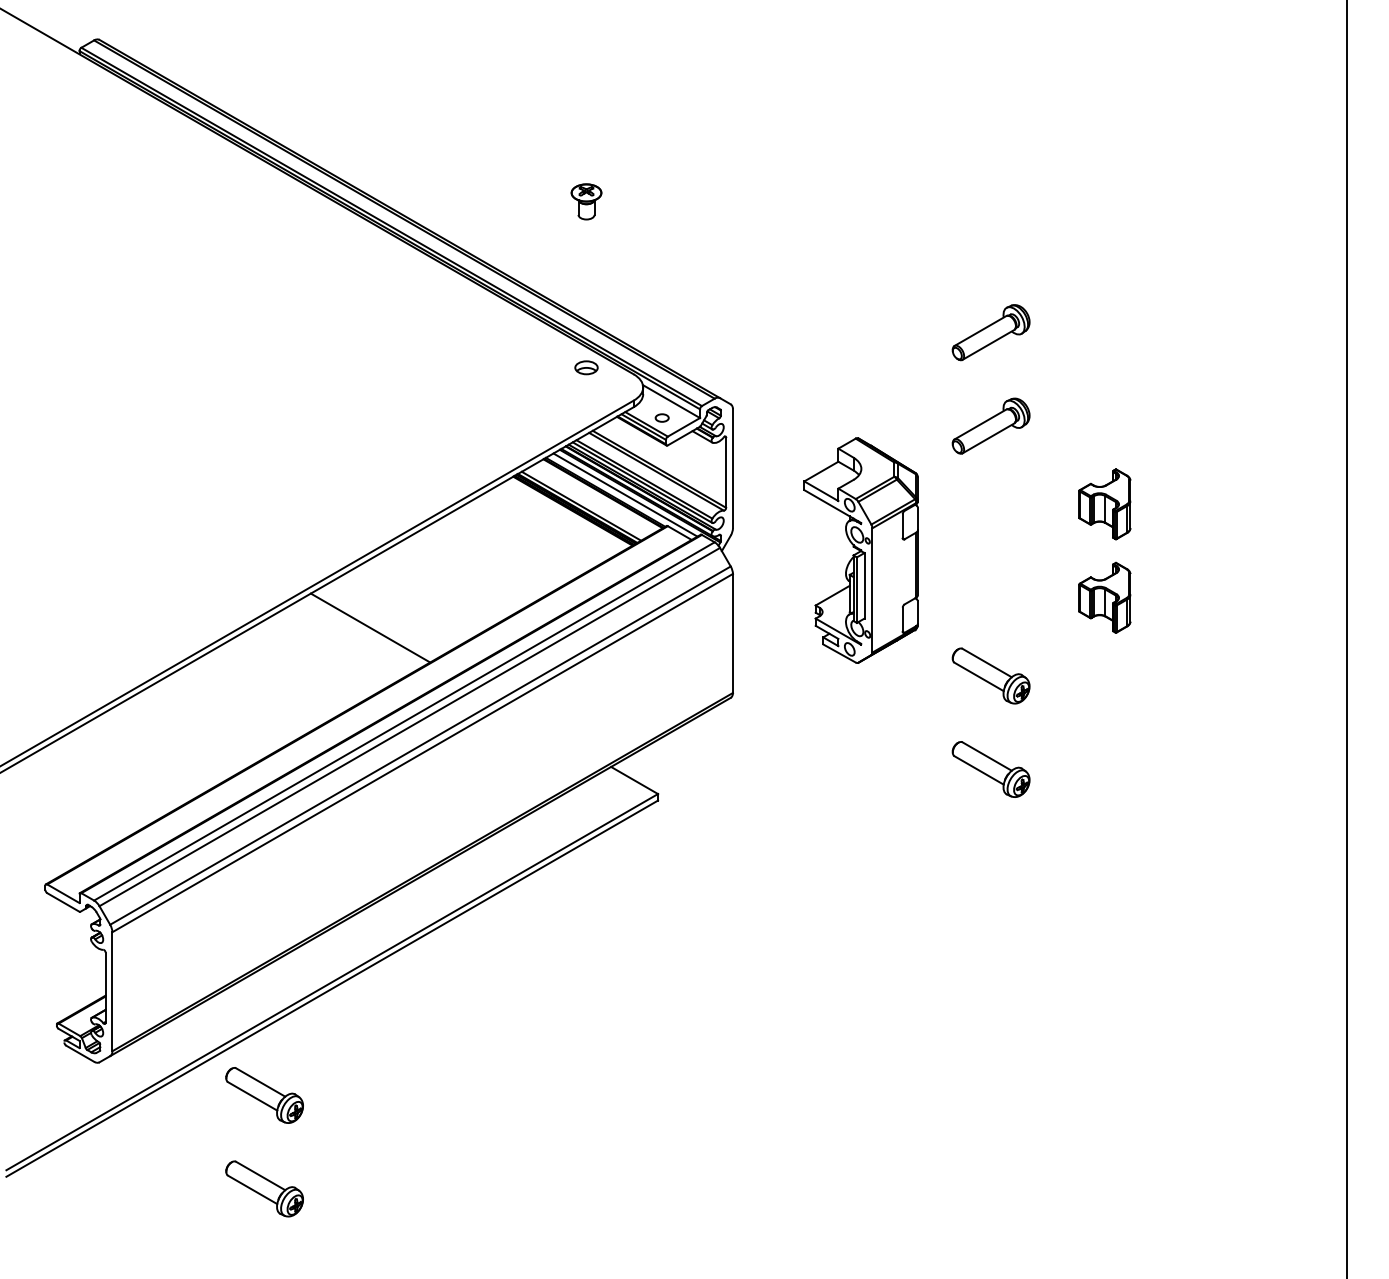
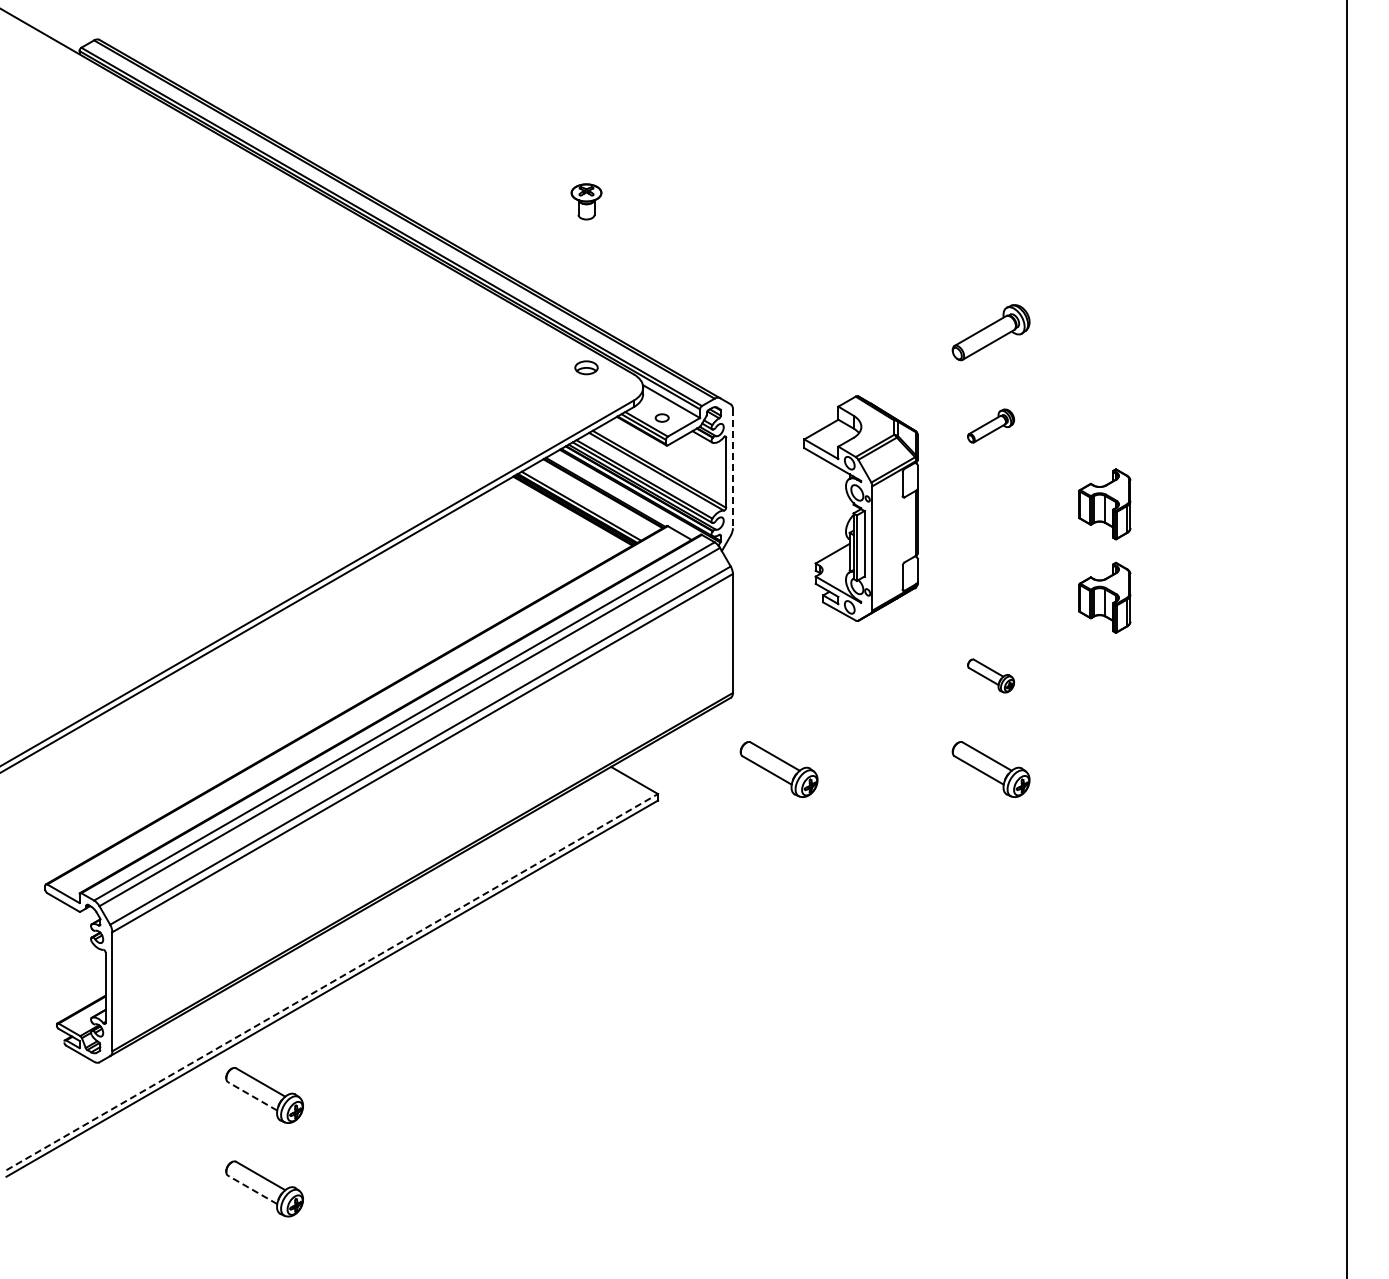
part at (990, 425) size: 80x58 px -> 48x36 px
line at (732, 468): solid -> dashed
line at (625, 494): present -> none
part at (860, 550) position: (860, 550) -> (860, 508)
line at (370, 627): present -> none
part at (990, 675) size: 80x58 px -> 48x36 px
part at (778, 769): none -> present
line at (332, 981): solid -> dashed
line at (252, 1096): solid -> dashed
line at (252, 1189): solid -> dashed
